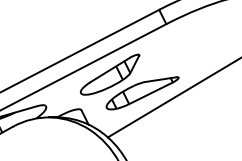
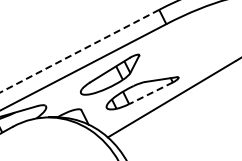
line at (79, 51): solid -> dashed
line at (150, 93): solid -> dashed
